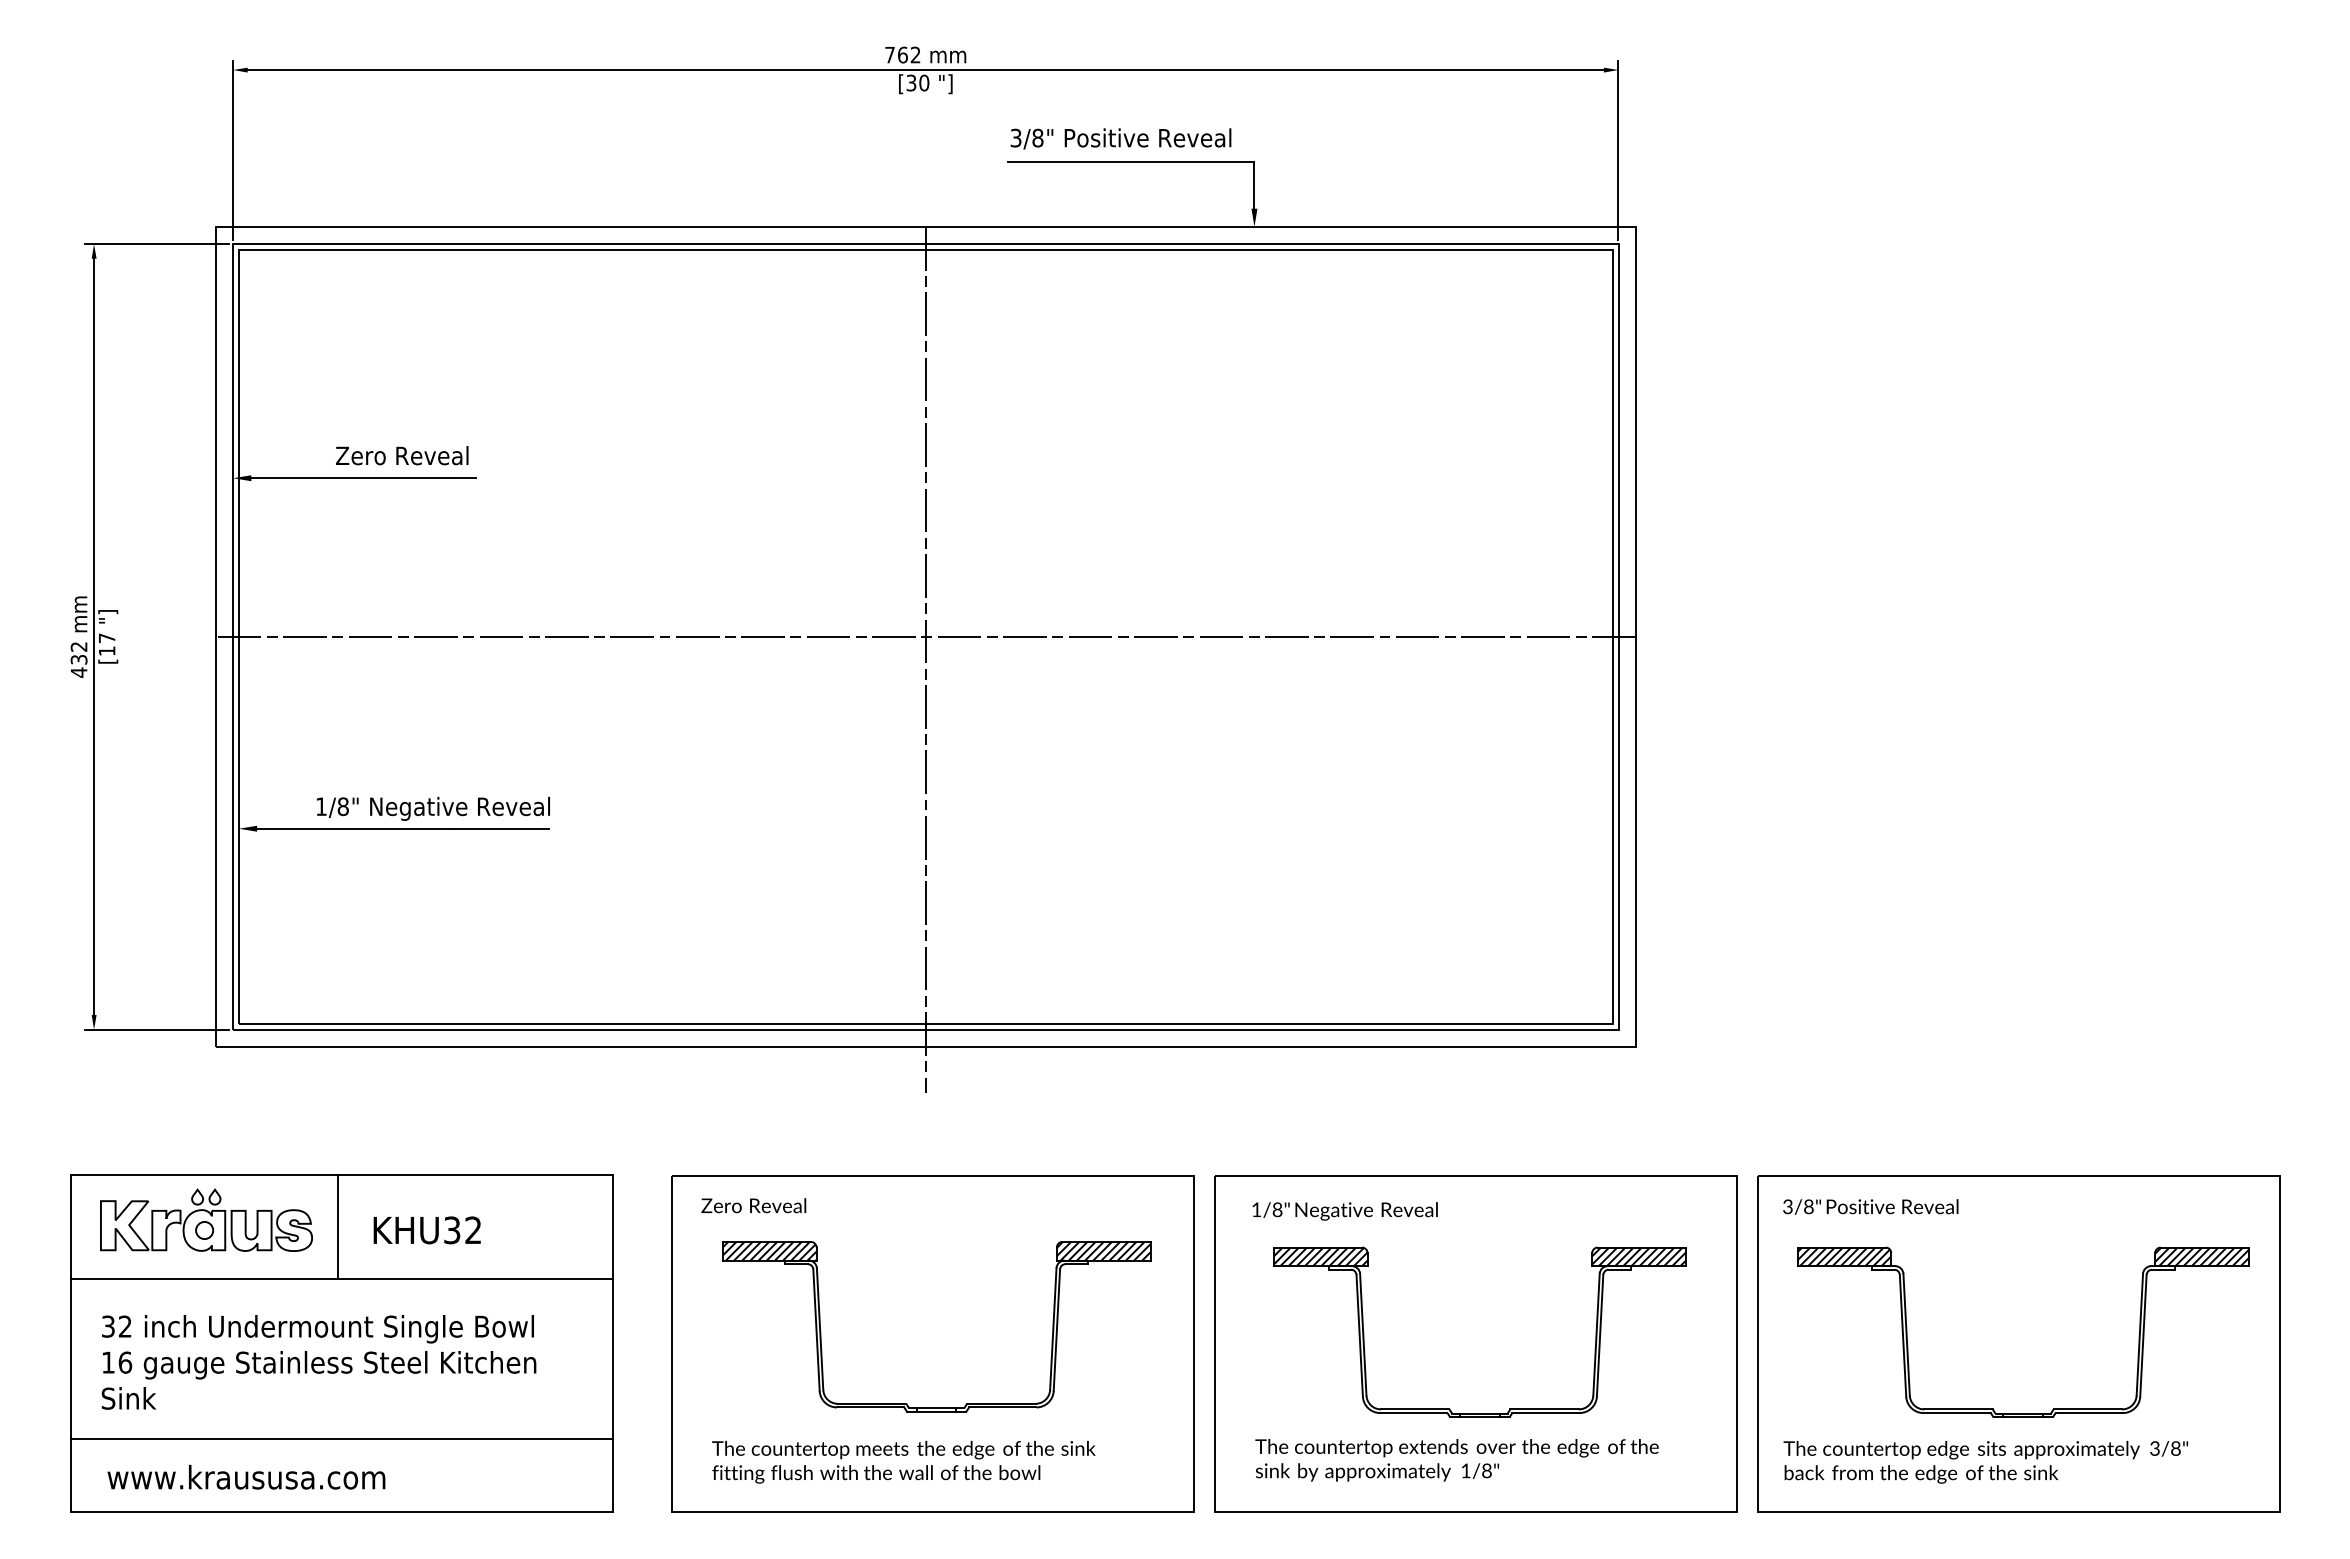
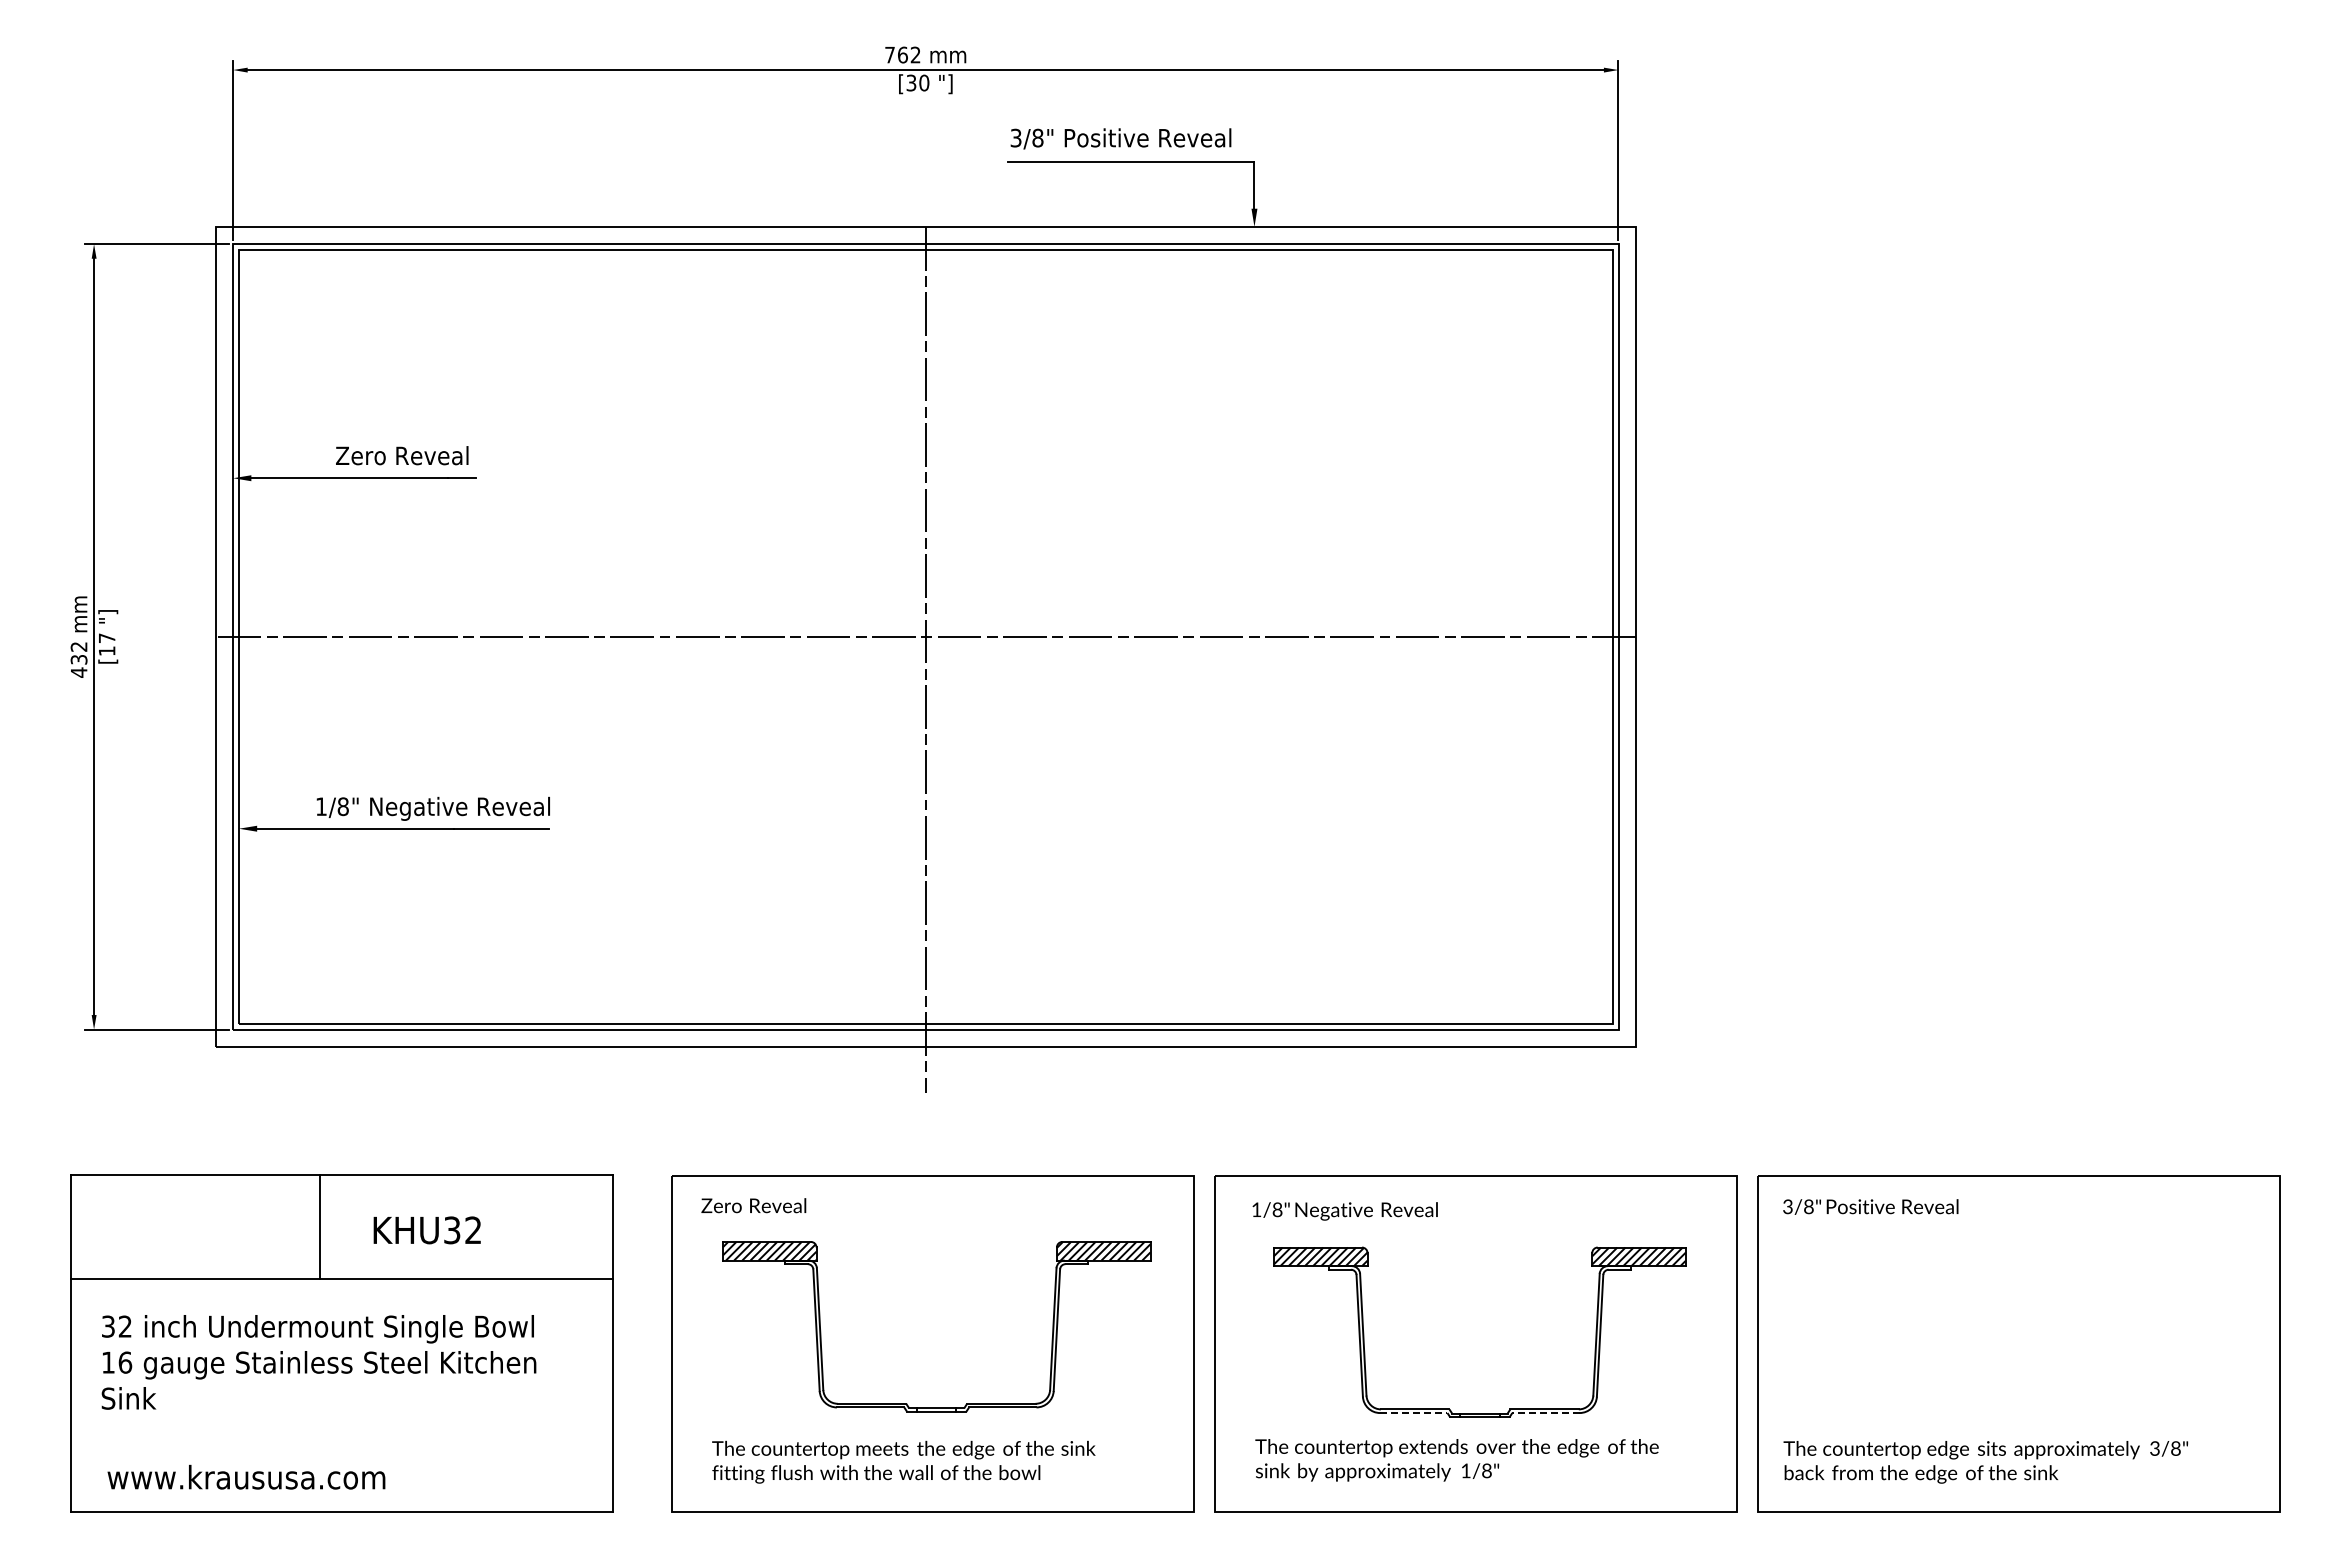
part at (206, 1219): present -> none
line at (338, 1226) position: (338, 1226) -> (320, 1226)
line at (1413, 1413): solid -> dashed
line at (1546, 1413): solid -> dashed
part at (2023, 1413): present -> none
line at (341, 1438): present -> none
